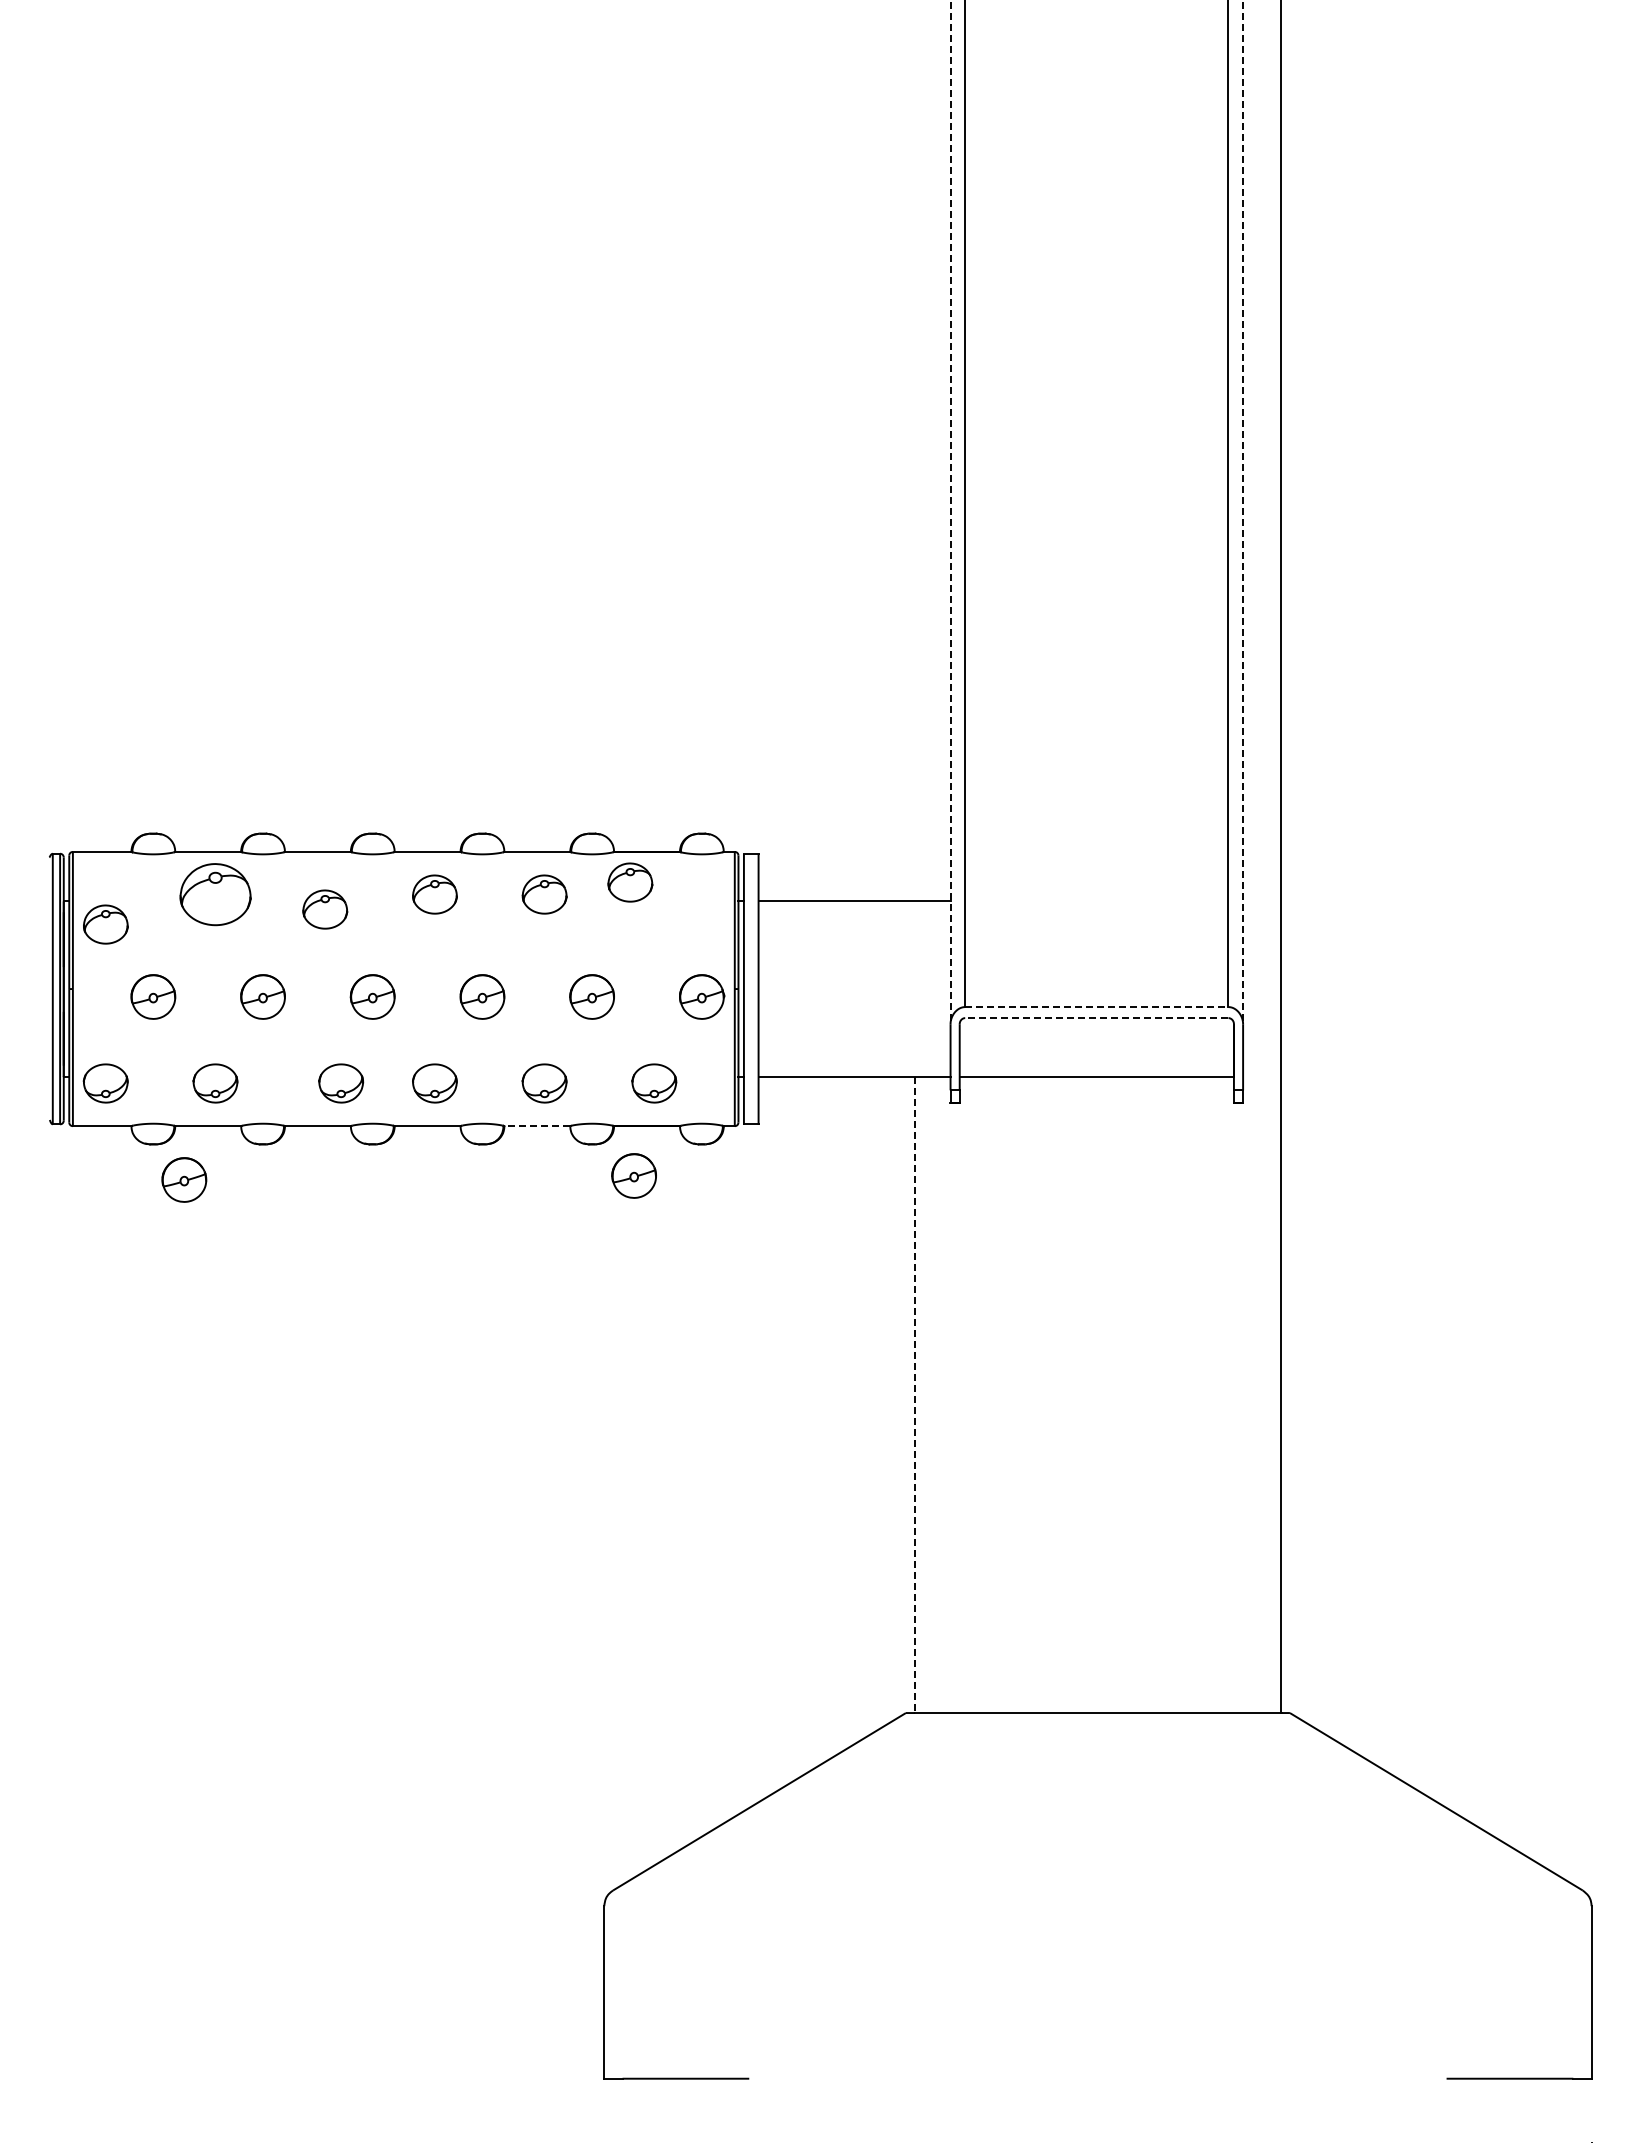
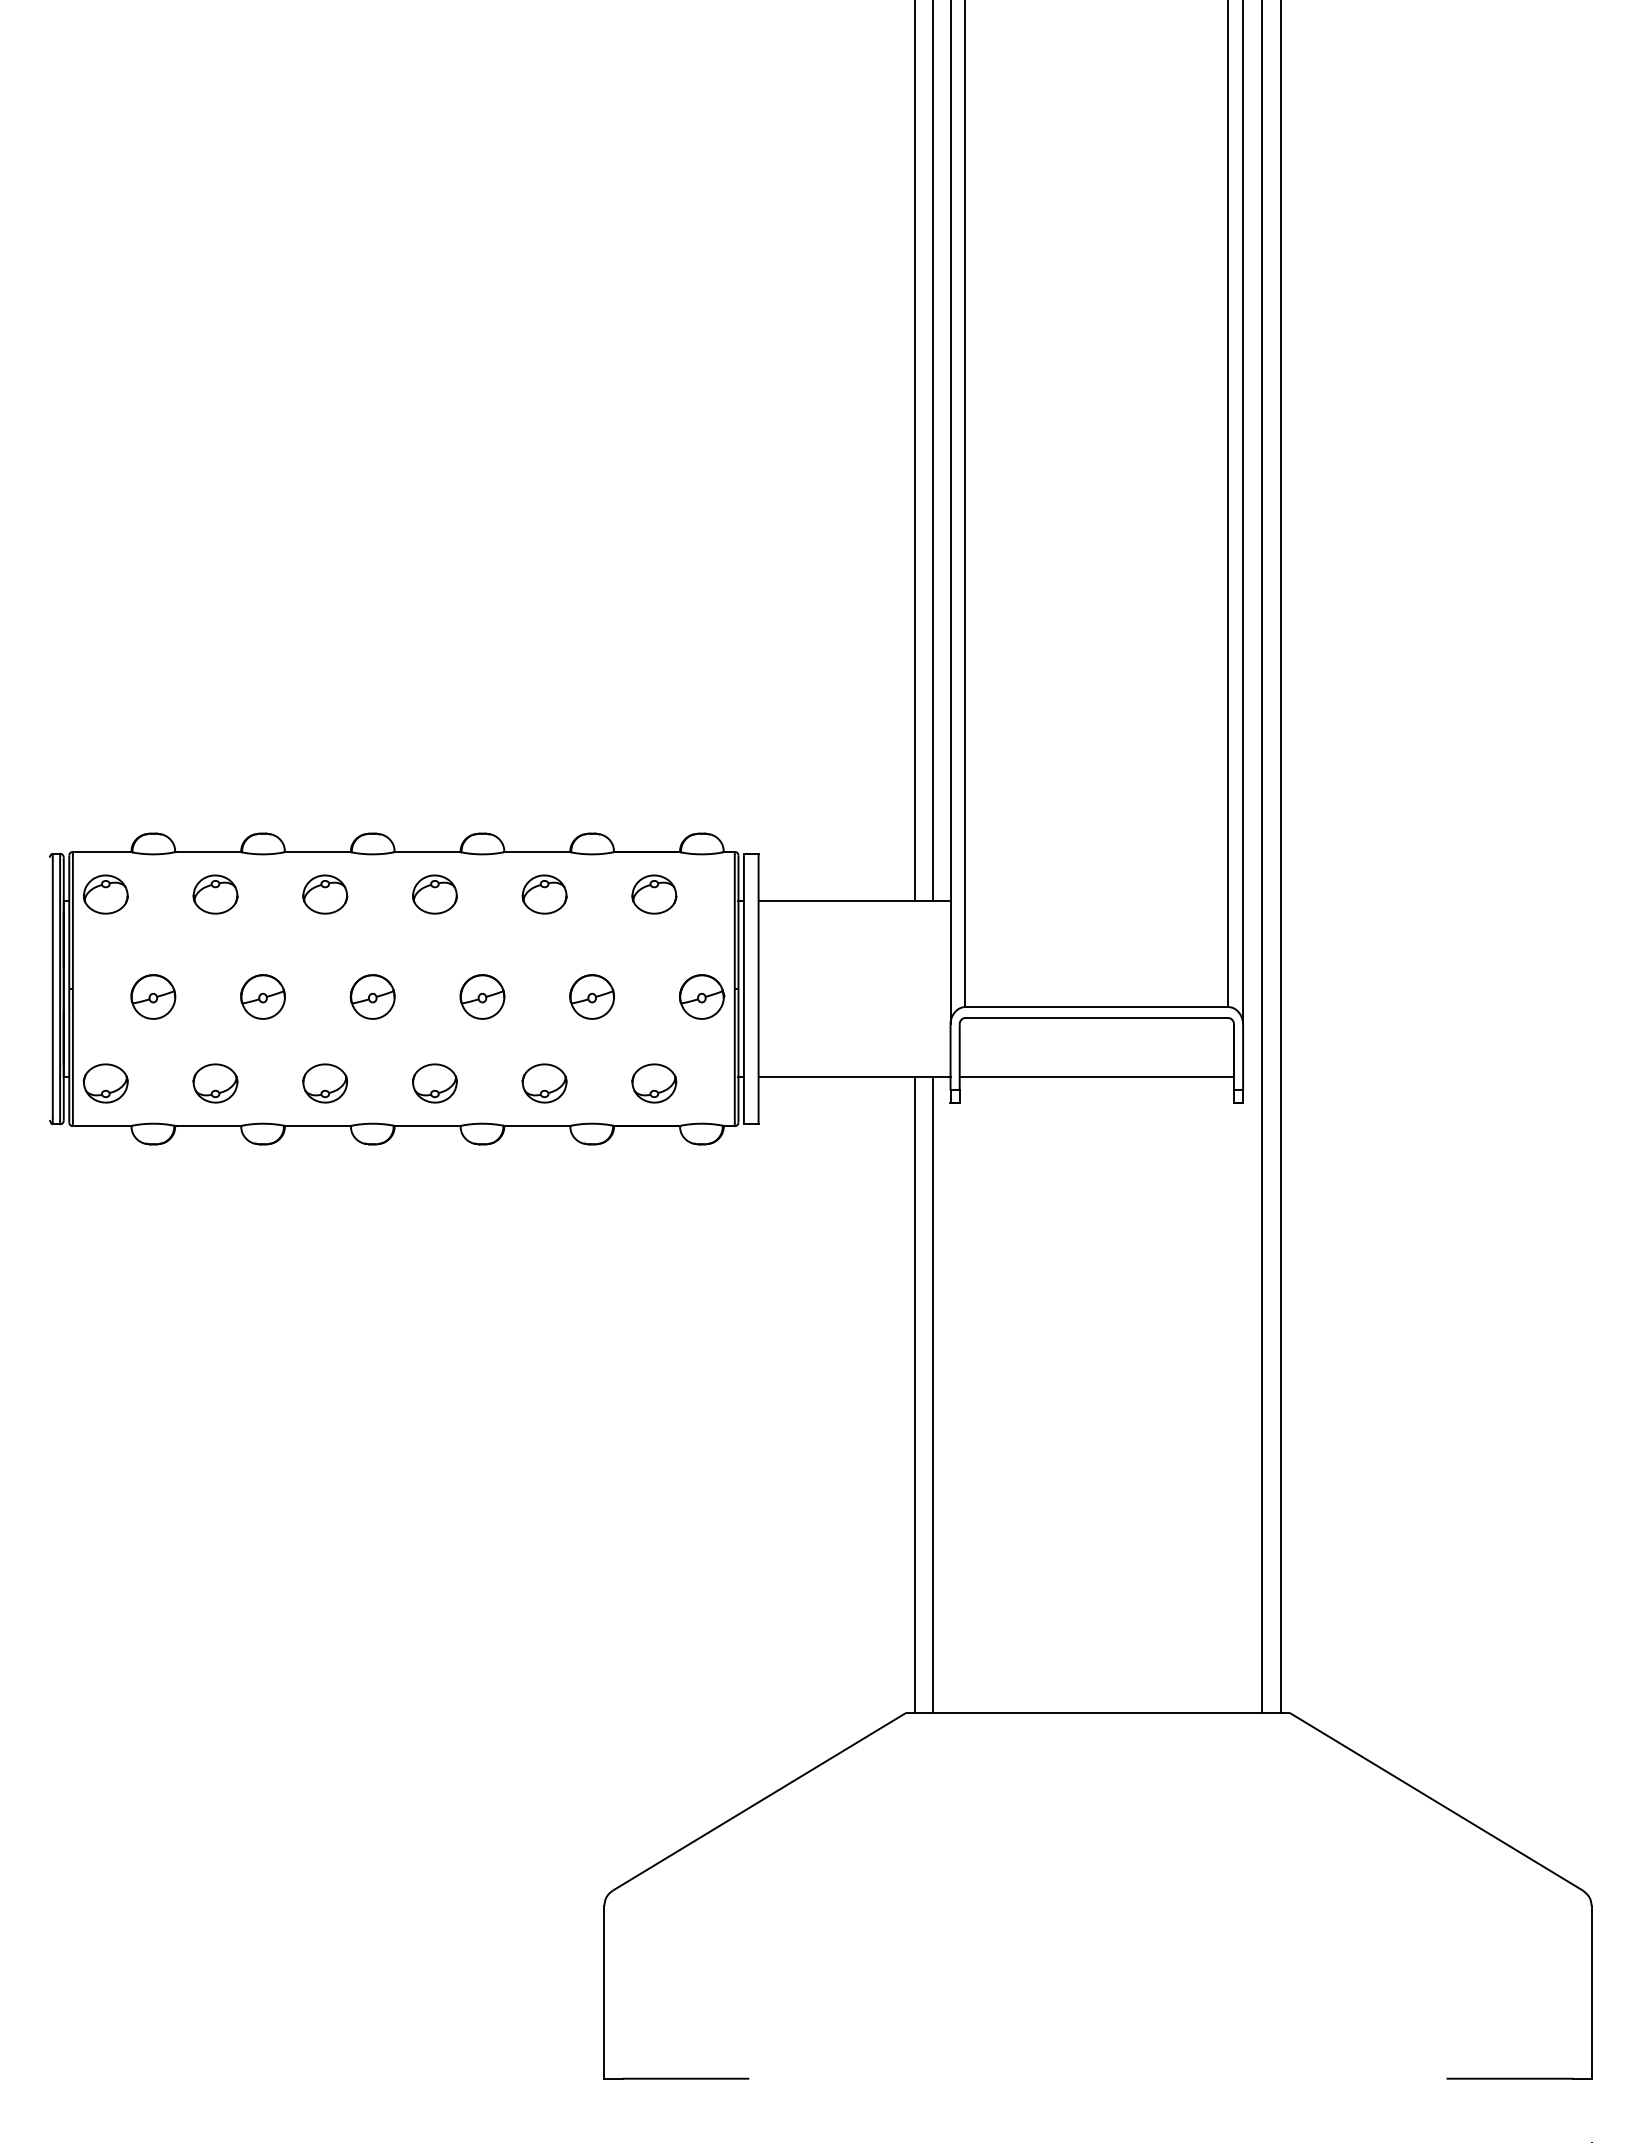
line at (915, 451): none -> present
line at (933, 451): none -> present
line at (950, 512): dashed -> solid
line at (1243, 512): dashed -> solid
line at (1262, 857): none -> present
part at (630, 882) position: (630, 882) -> (654, 894)
part at (215, 894) size: 73x64 px -> 47x41 px
part at (325, 909) position: (325, 909) -> (325, 894)
part at (105, 924) position: (105, 924) -> (105, 894)
line at (1096, 1007): dashed -> solid
line at (1096, 1018): dashed -> solid
part at (341, 1083) position: (341, 1083) -> (325, 1083)
line at (536, 1126): dashed -> solid
part at (633, 1175): present -> none
part at (184, 1179): present -> none
line at (933, 1394): none -> present
line at (915, 1395): dashed -> solid
